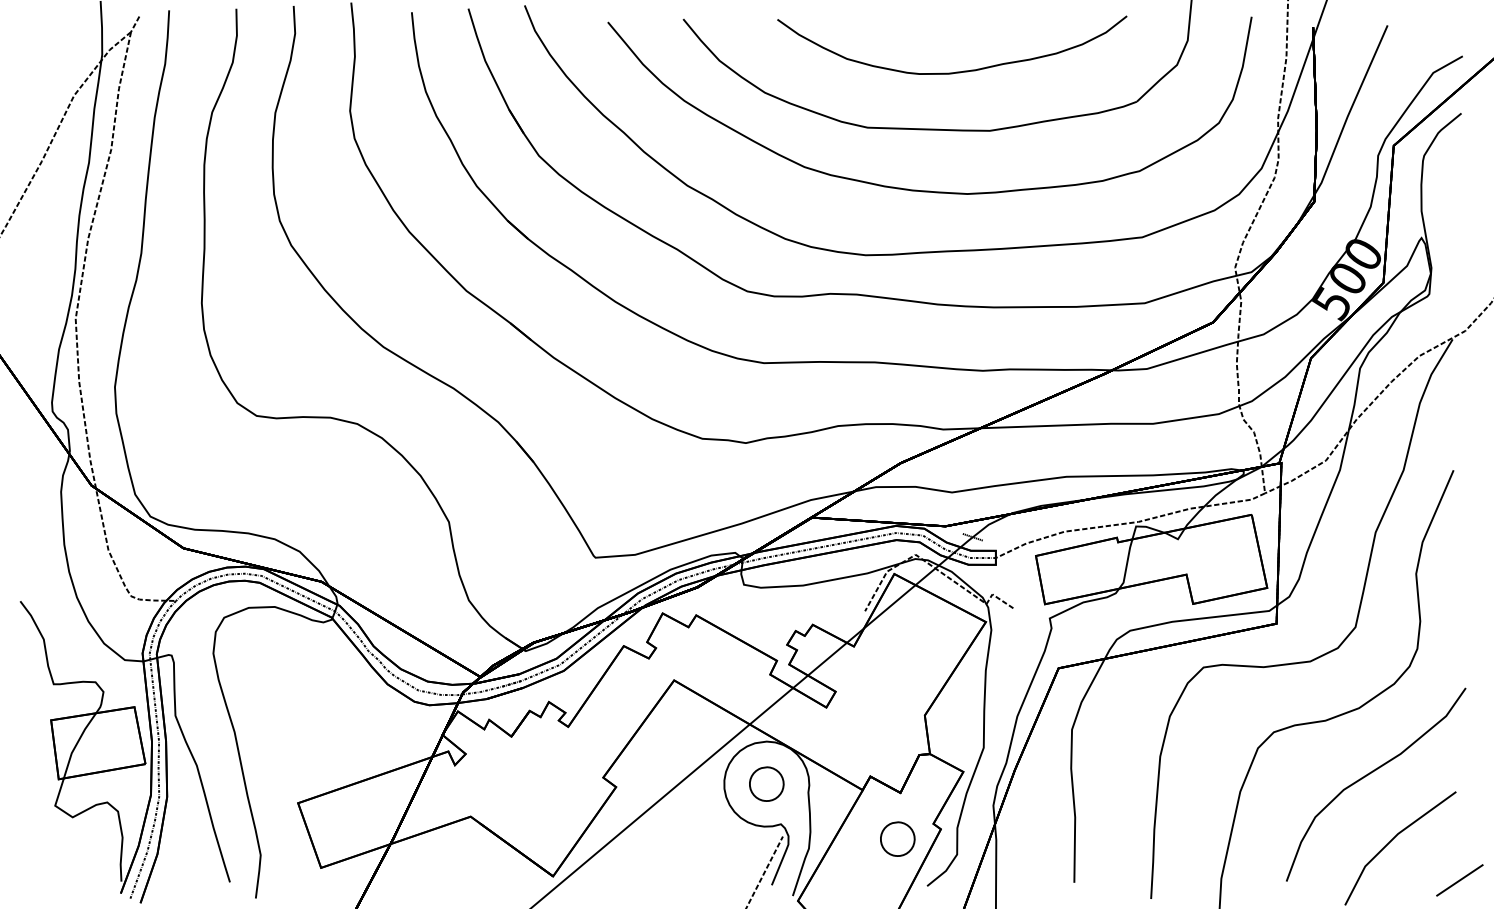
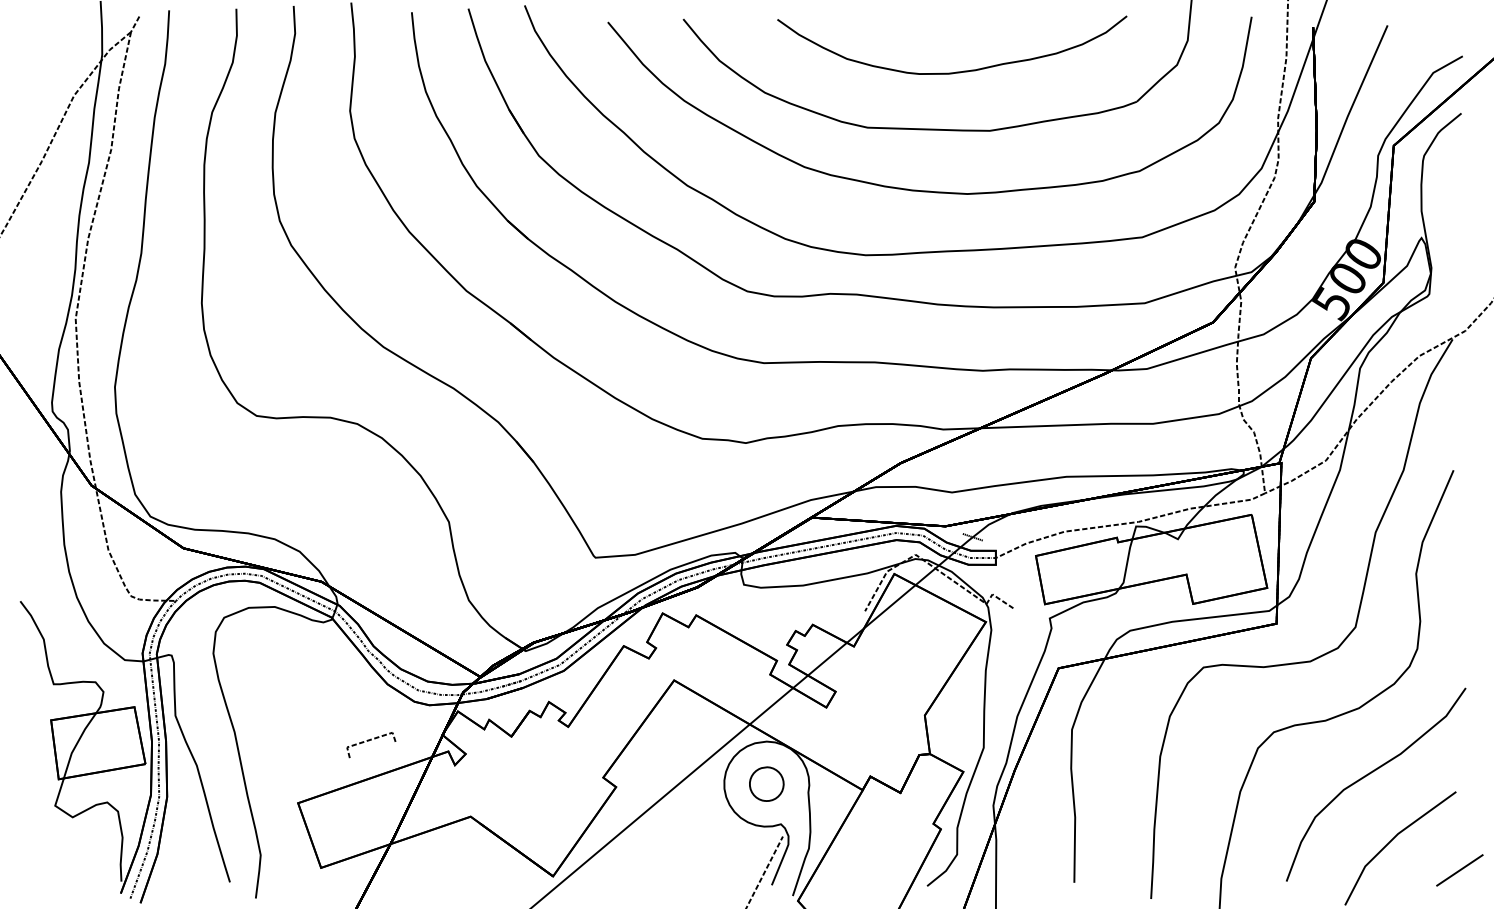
line at (369, 741): none -> present
part at (897, 838): present -> none
line at (1459, 880) position: (1459, 880) -> (1459, 870)
